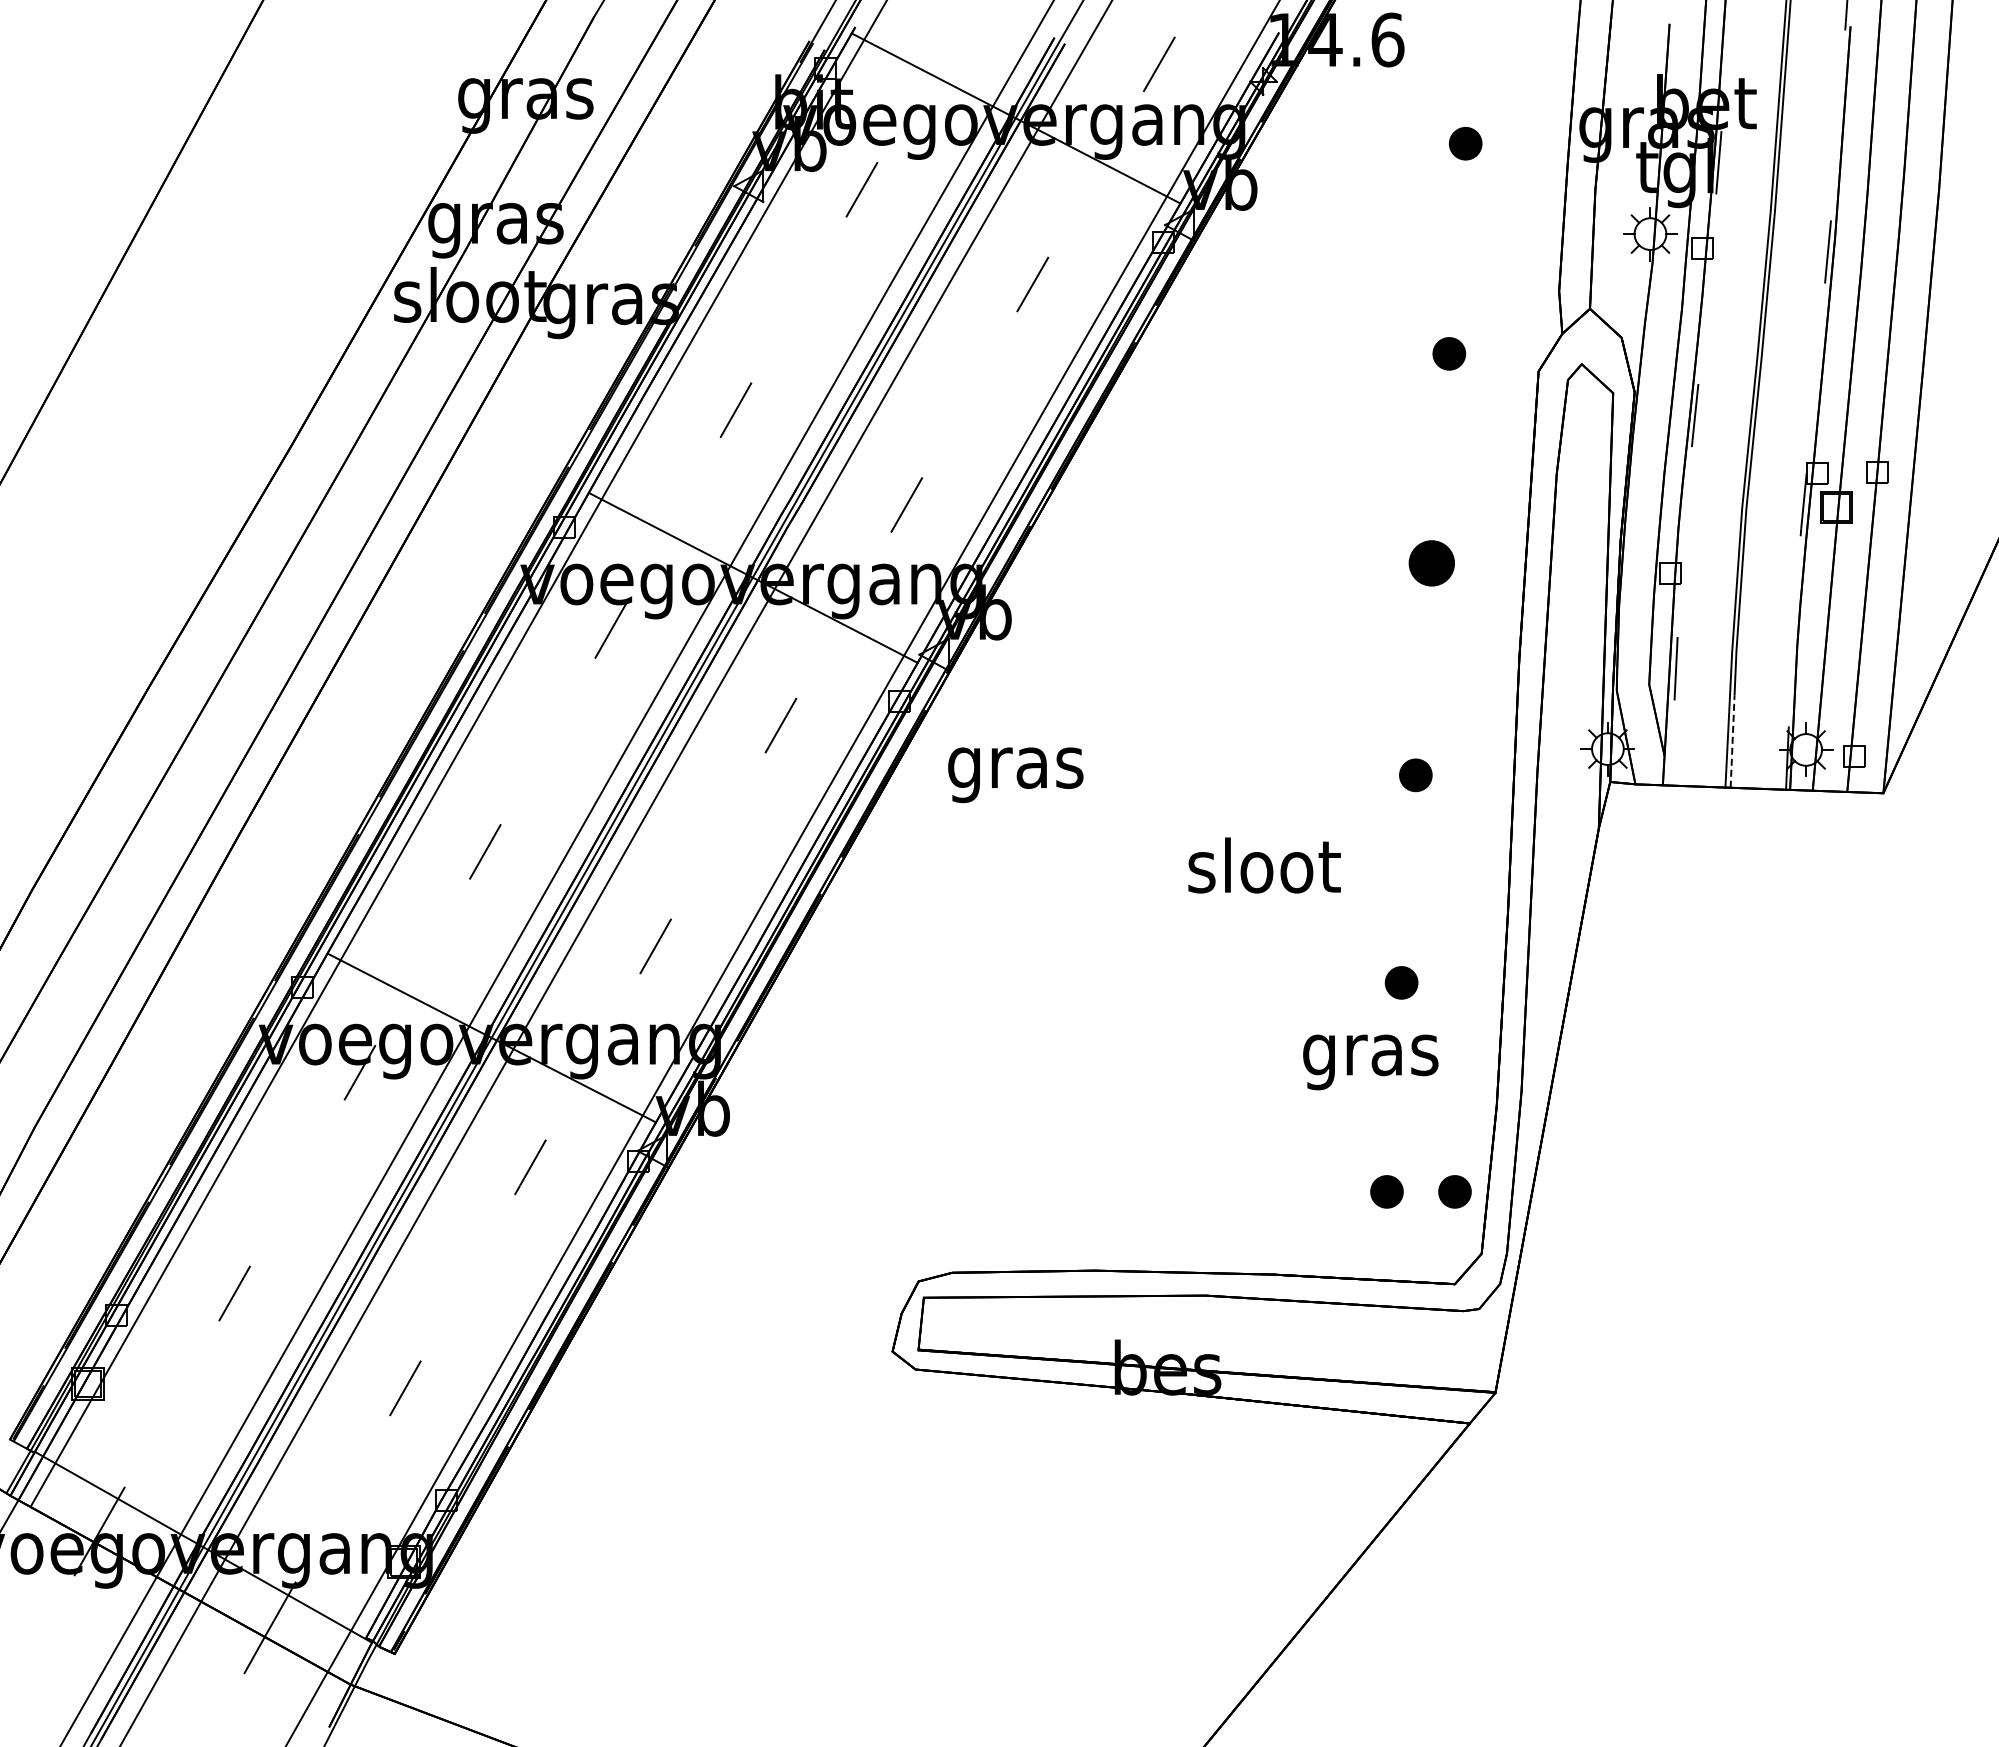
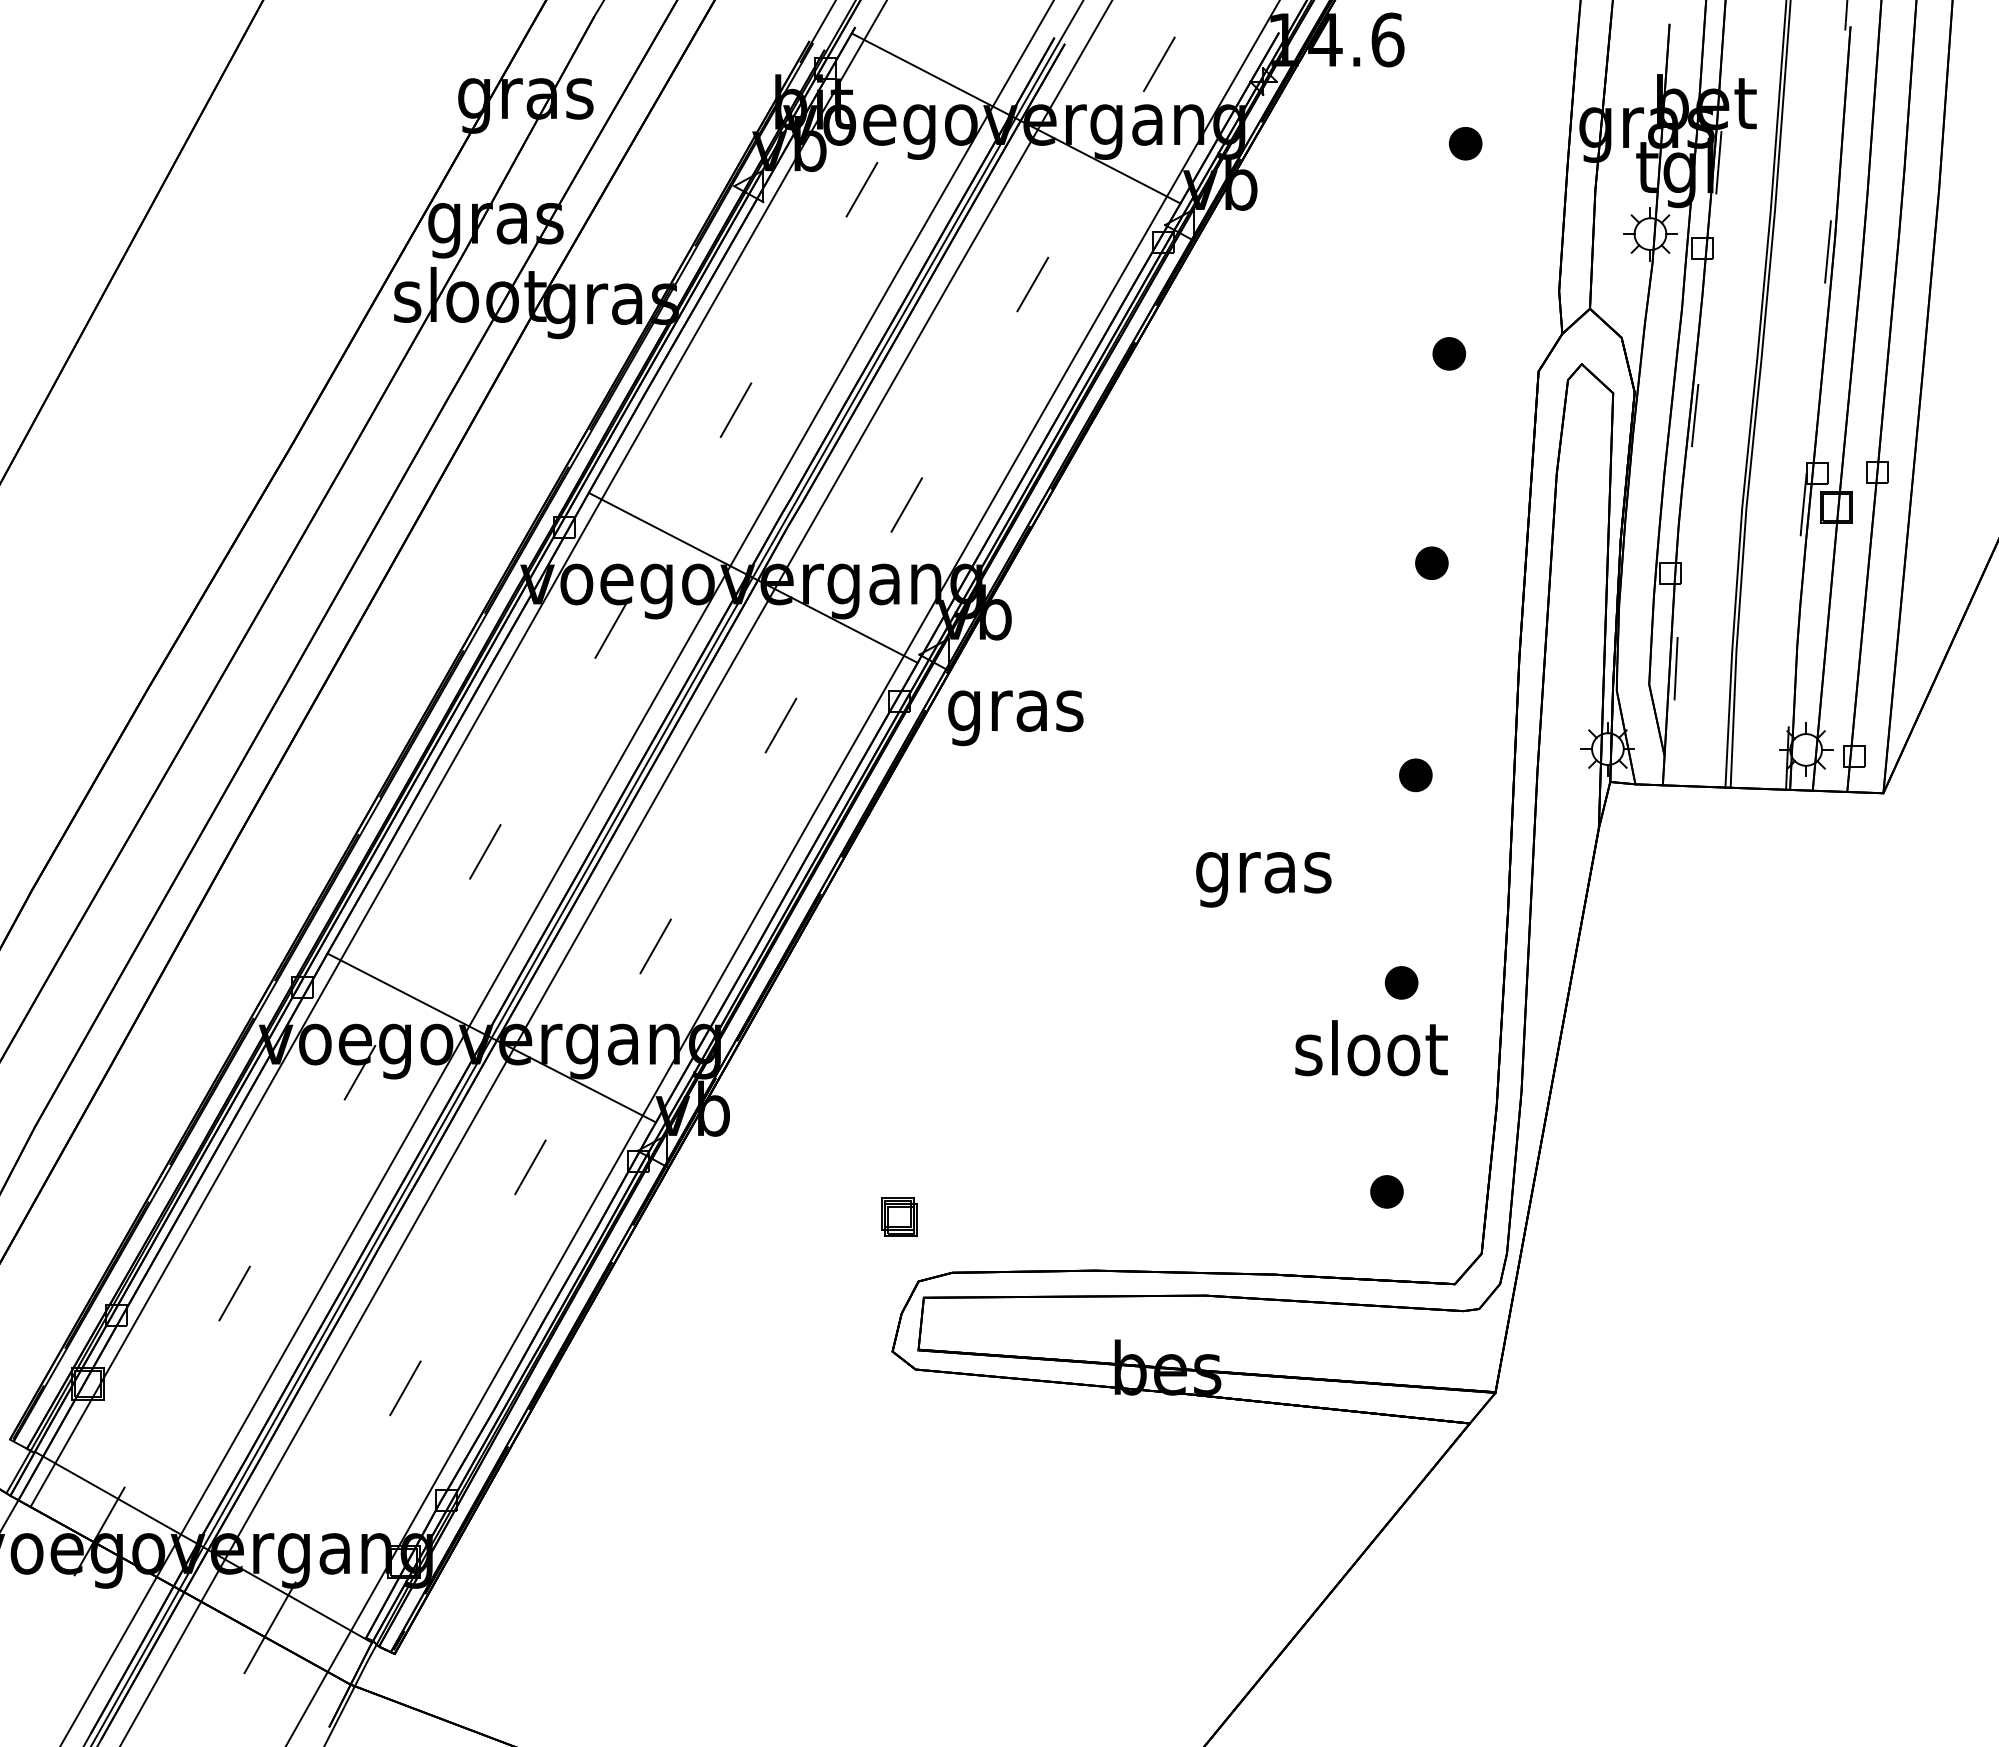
part at (1431, 563) size: 47x47 px -> 34x34 px
line at (1732, 741): dashed -> solid
text at (1015, 775) position: (1015, 775) -> (1015, 718)
text at (1264, 872): sloot -> gras
text at (1371, 1055): gras -> sloot
part at (1454, 1191): present -> none
part at (899, 1216): none -> present
